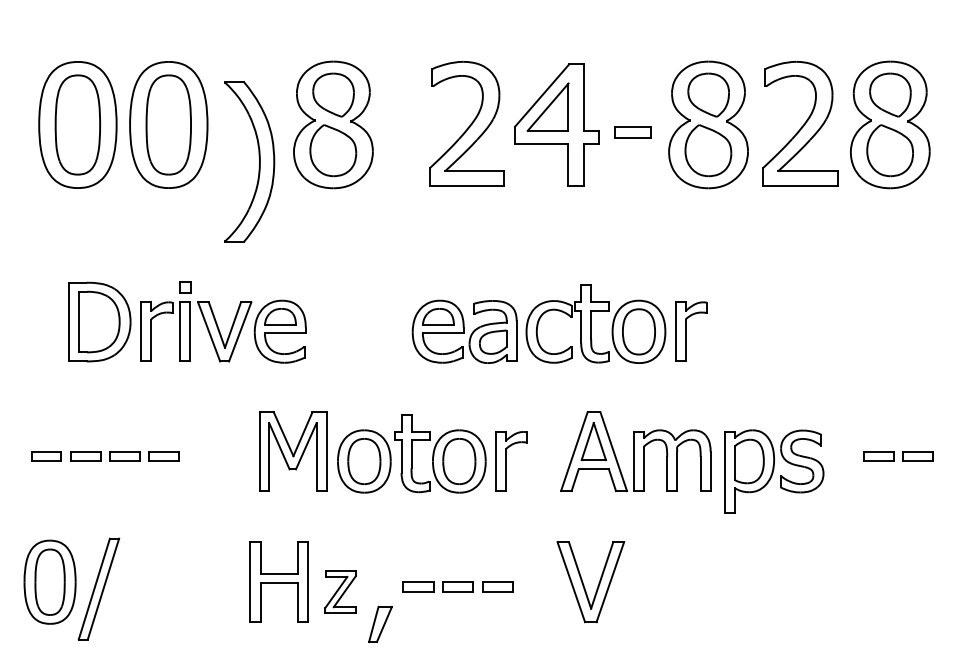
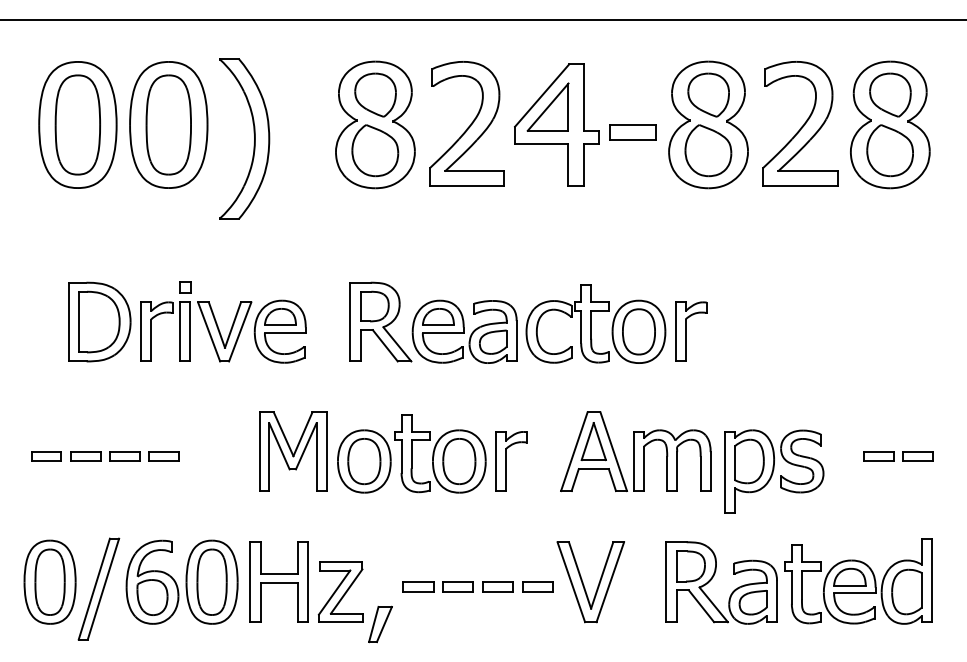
line at (482, 19): none -> present
part at (333, 124) position: (333, 124) -> (375, 124)
part at (632, 132) size: 38x13 px -> 48x17 px
part at (259, 161) position: (259, 161) -> (254, 138)
part at (380, 321): none -> present
part at (181, 581): none -> present
part at (798, 581): none -> present
part at (537, 586): none -> present
part at (340, 591) size: 33x44 px -> 47x62 px
